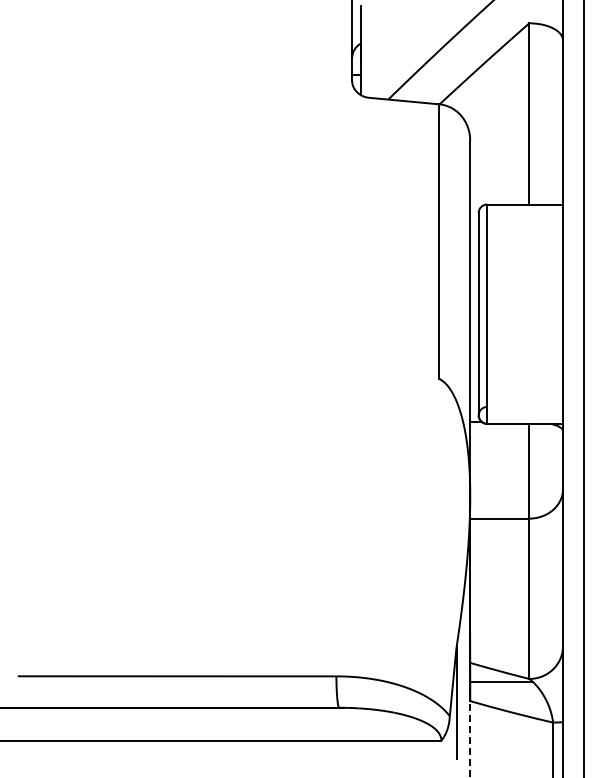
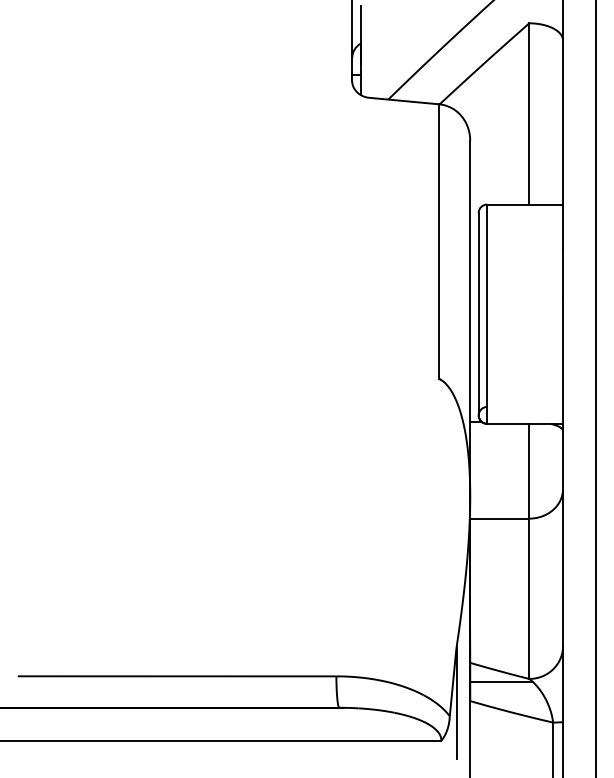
line at (583, 388) position: (583, 388) -> (595, 388)
line at (470, 738): dashed -> solid
